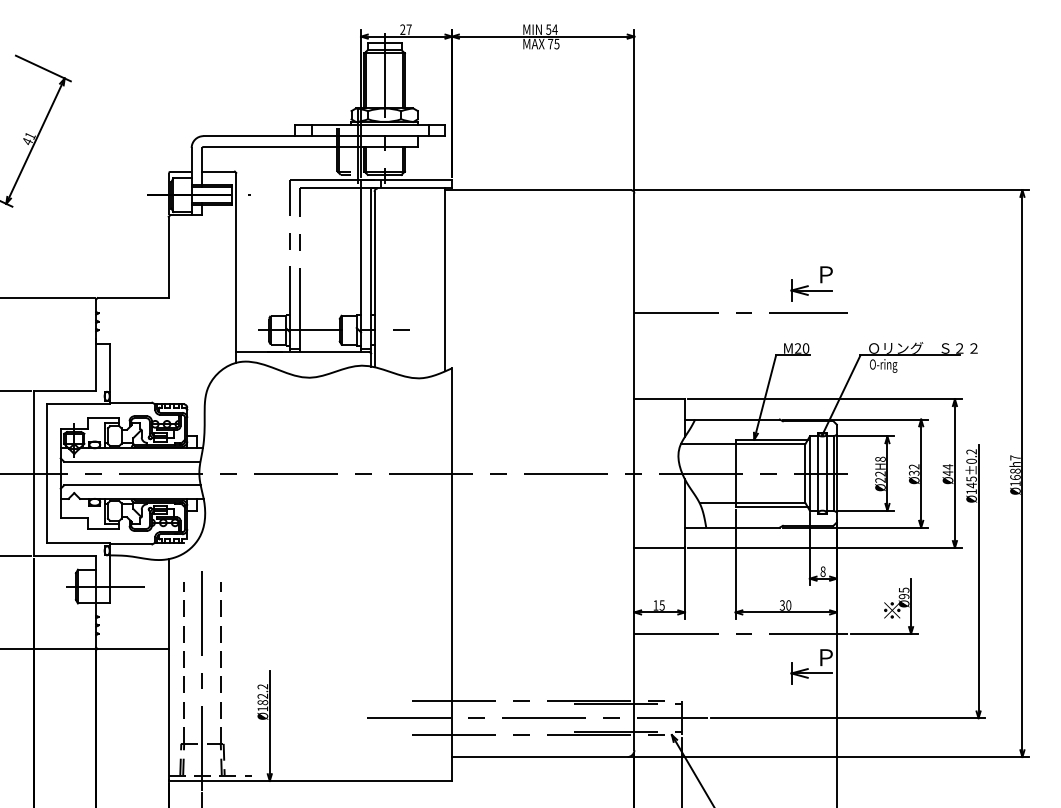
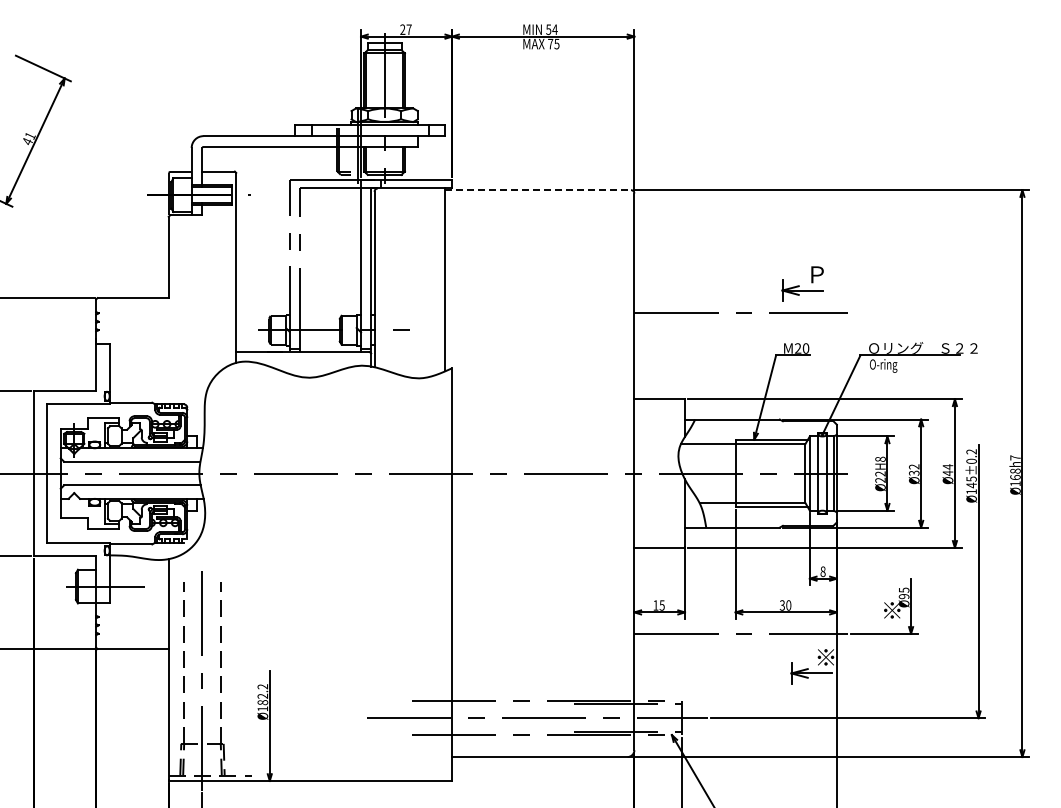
line at (538, 190): solid -> dashed
part at (811, 283) position: (811, 283) -> (802, 283)
text at (825, 657): Ｐ -> ※
